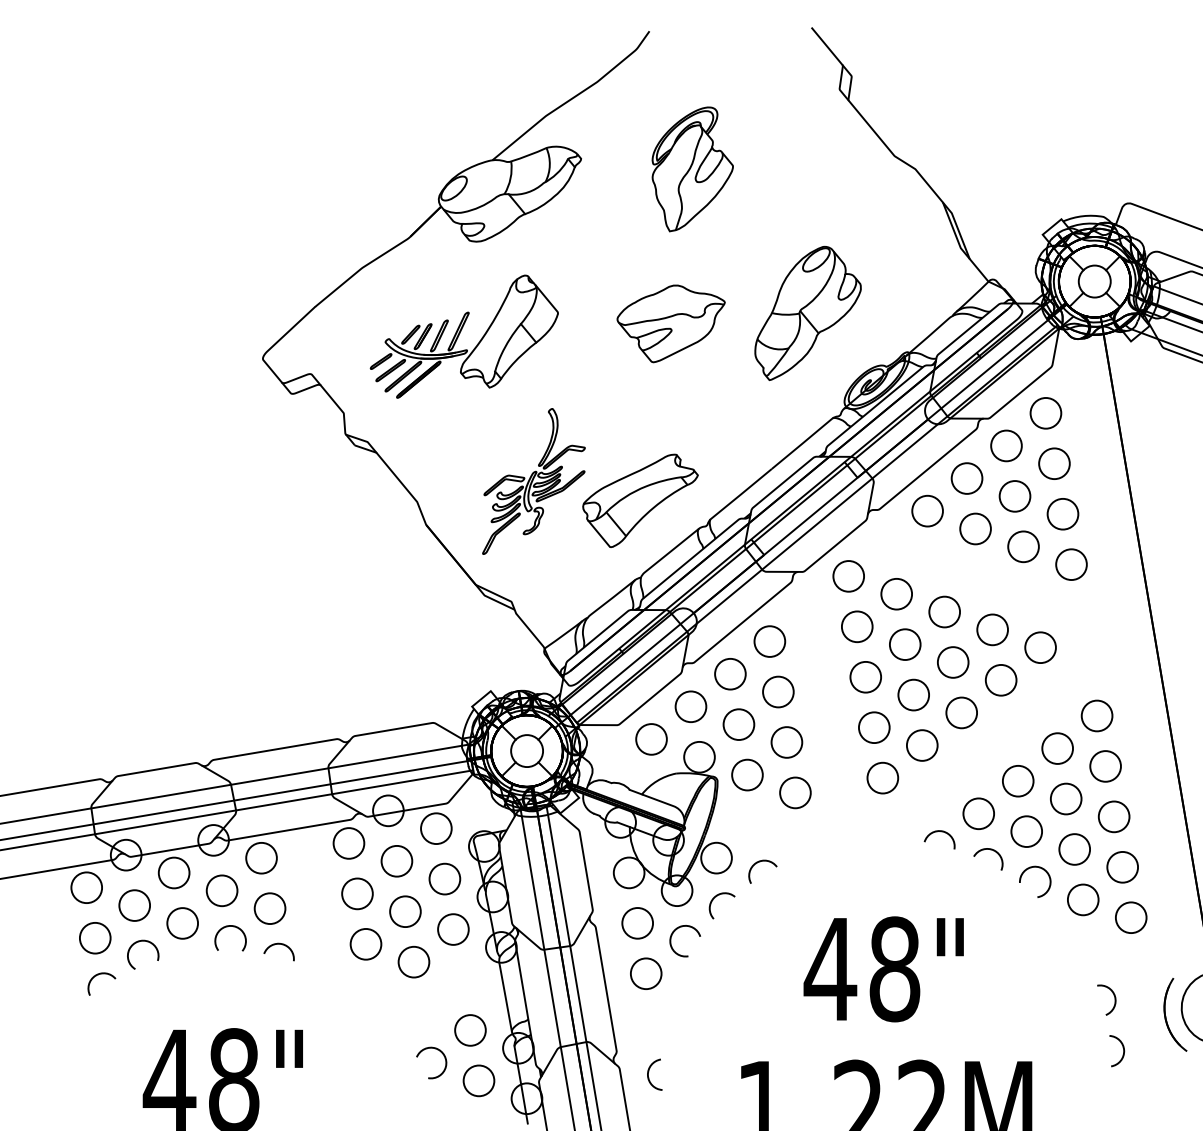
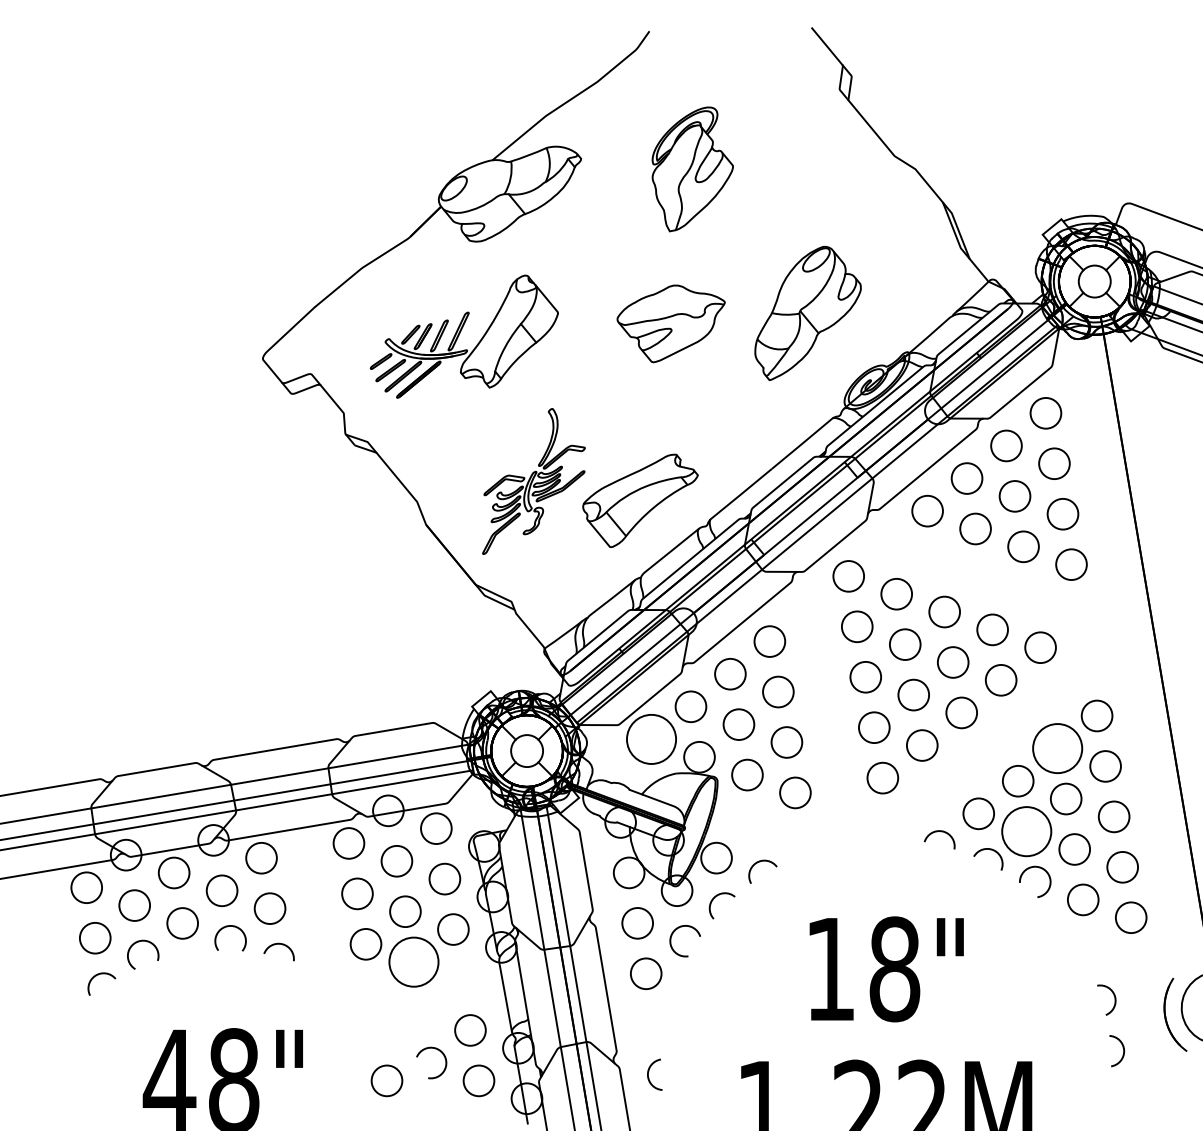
circle at (651, 739) diameter: 31 px -> 49 px
circle at (1057, 748) diameter: 31 px -> 49 px
circle at (1026, 831) diameter: 31 px -> 49 px
circle at (413, 961) diameter: 31 px -> 49 px
text at (830, 969): 48" -> 18"
circle at (386, 1080): none -> present
